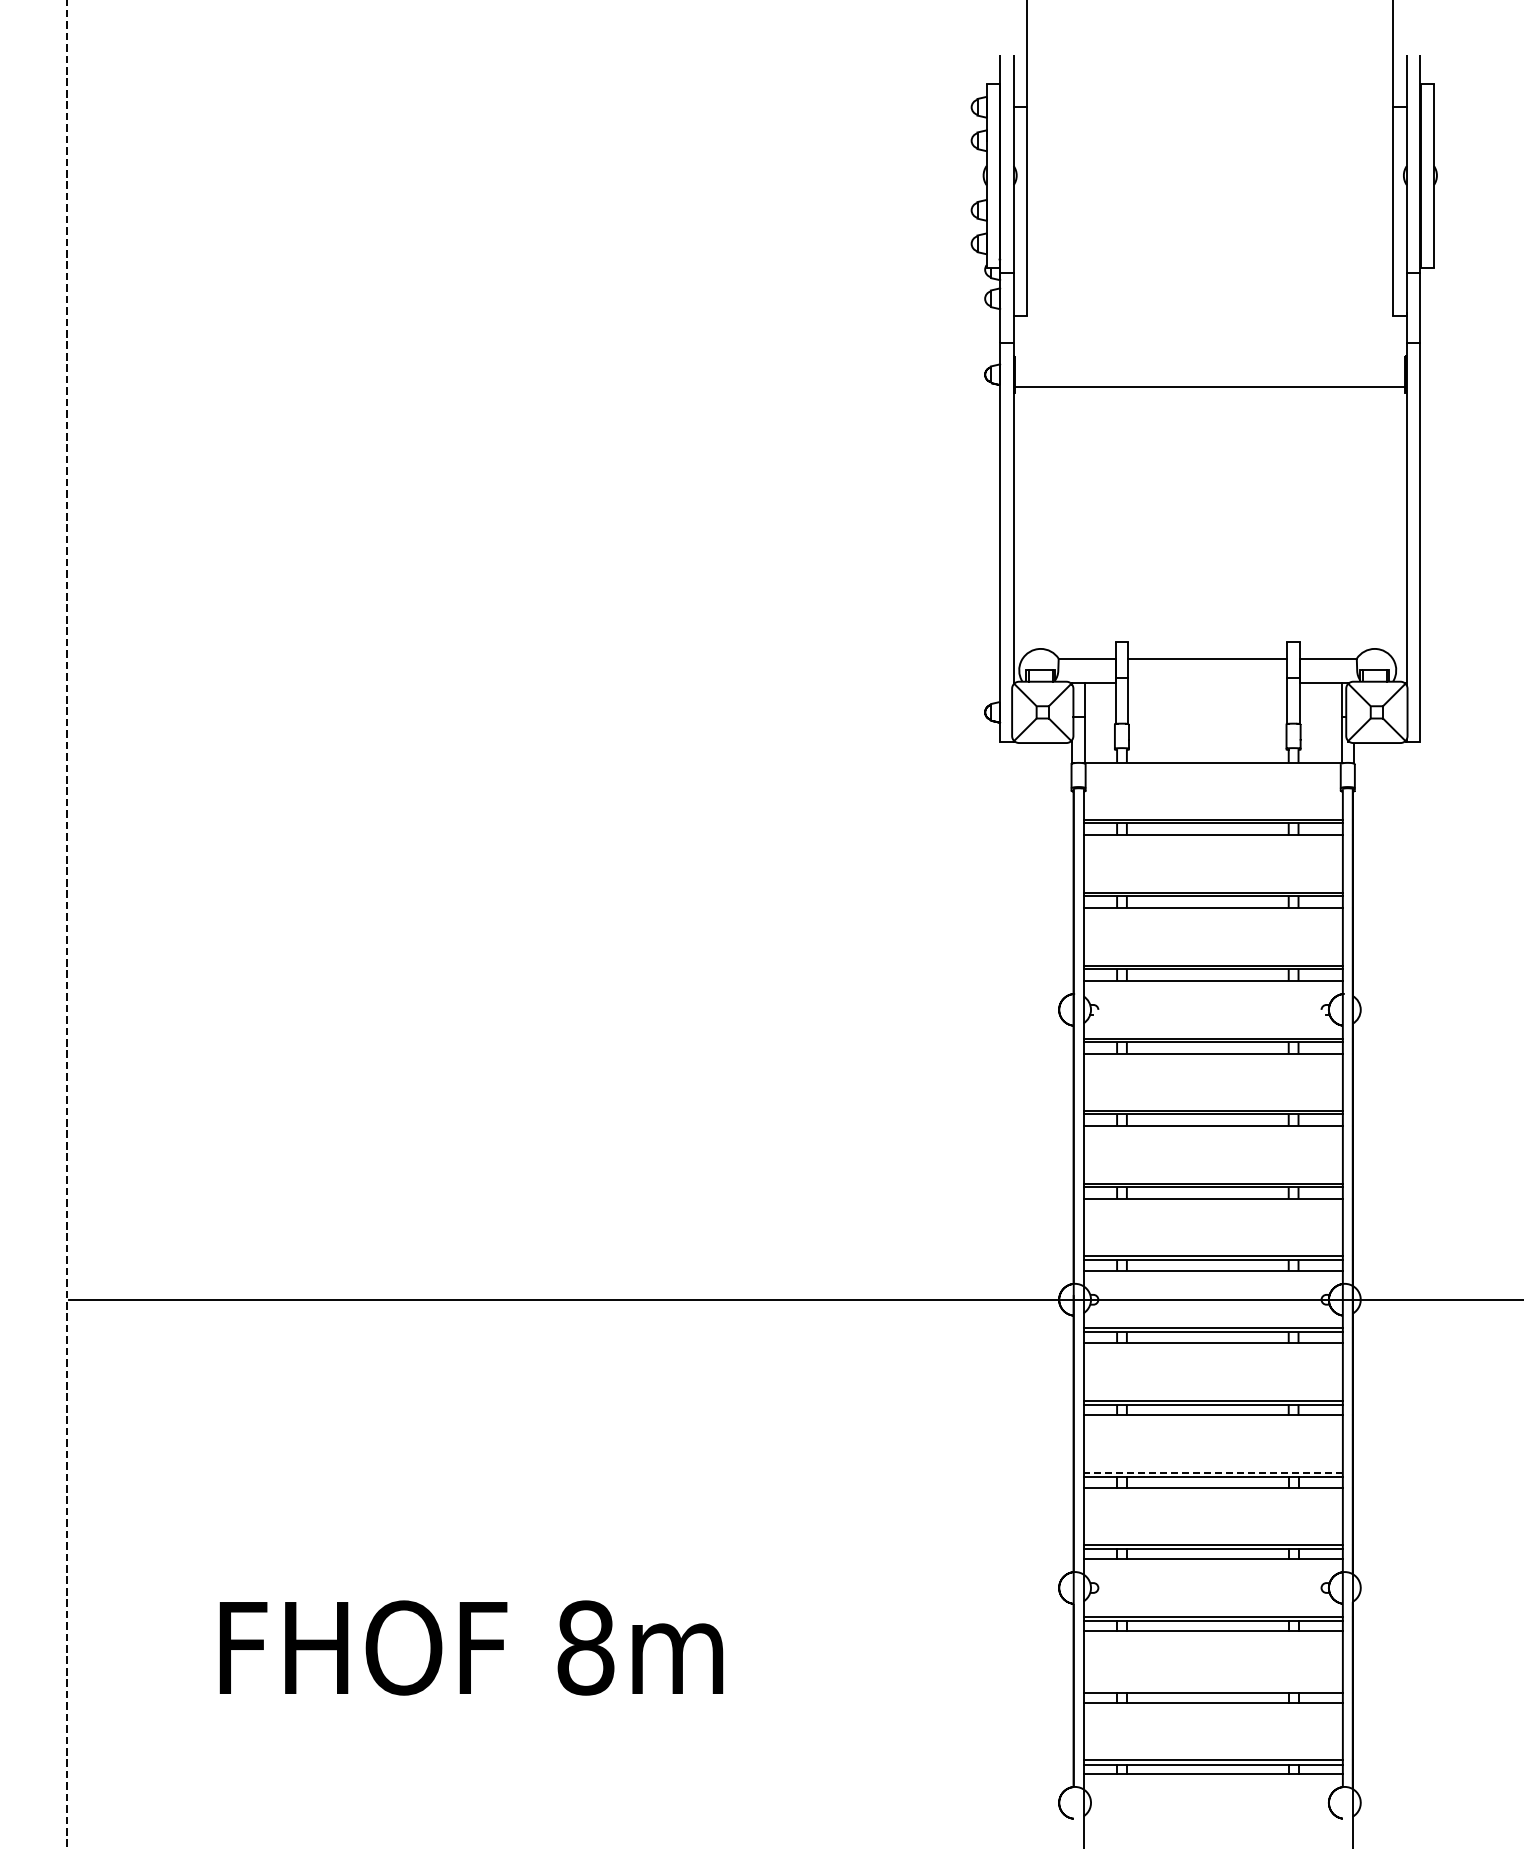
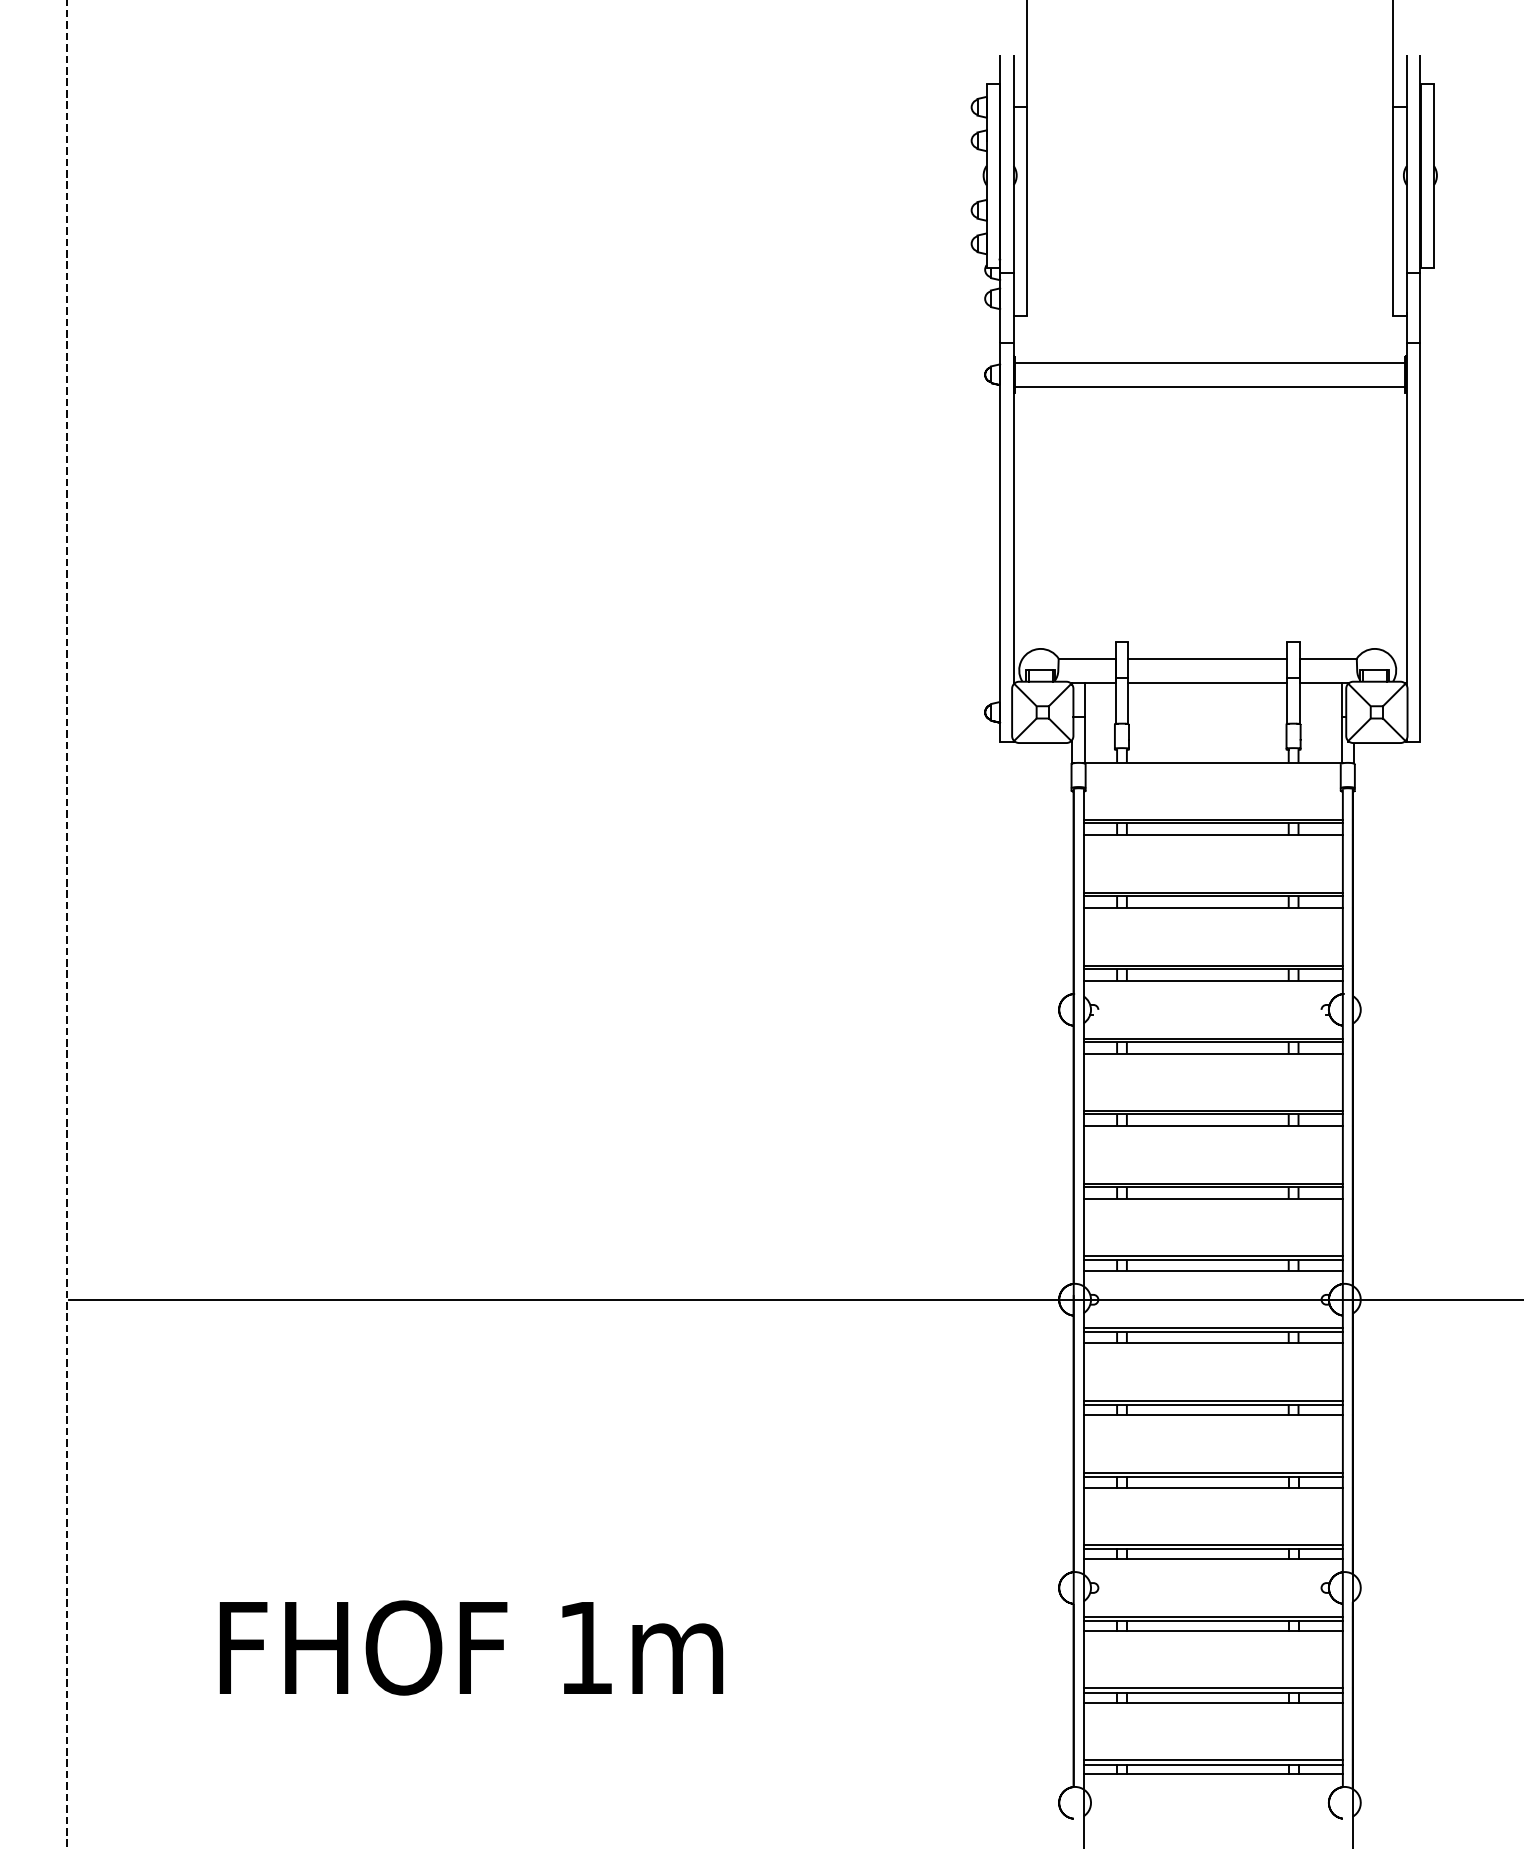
line at (1210, 362): none -> present
line at (1207, 683): none -> present
line at (1213, 1472): dashed -> solid
text at (585, 1647): 8m -> 1m
line at (1212, 1688): none -> present
